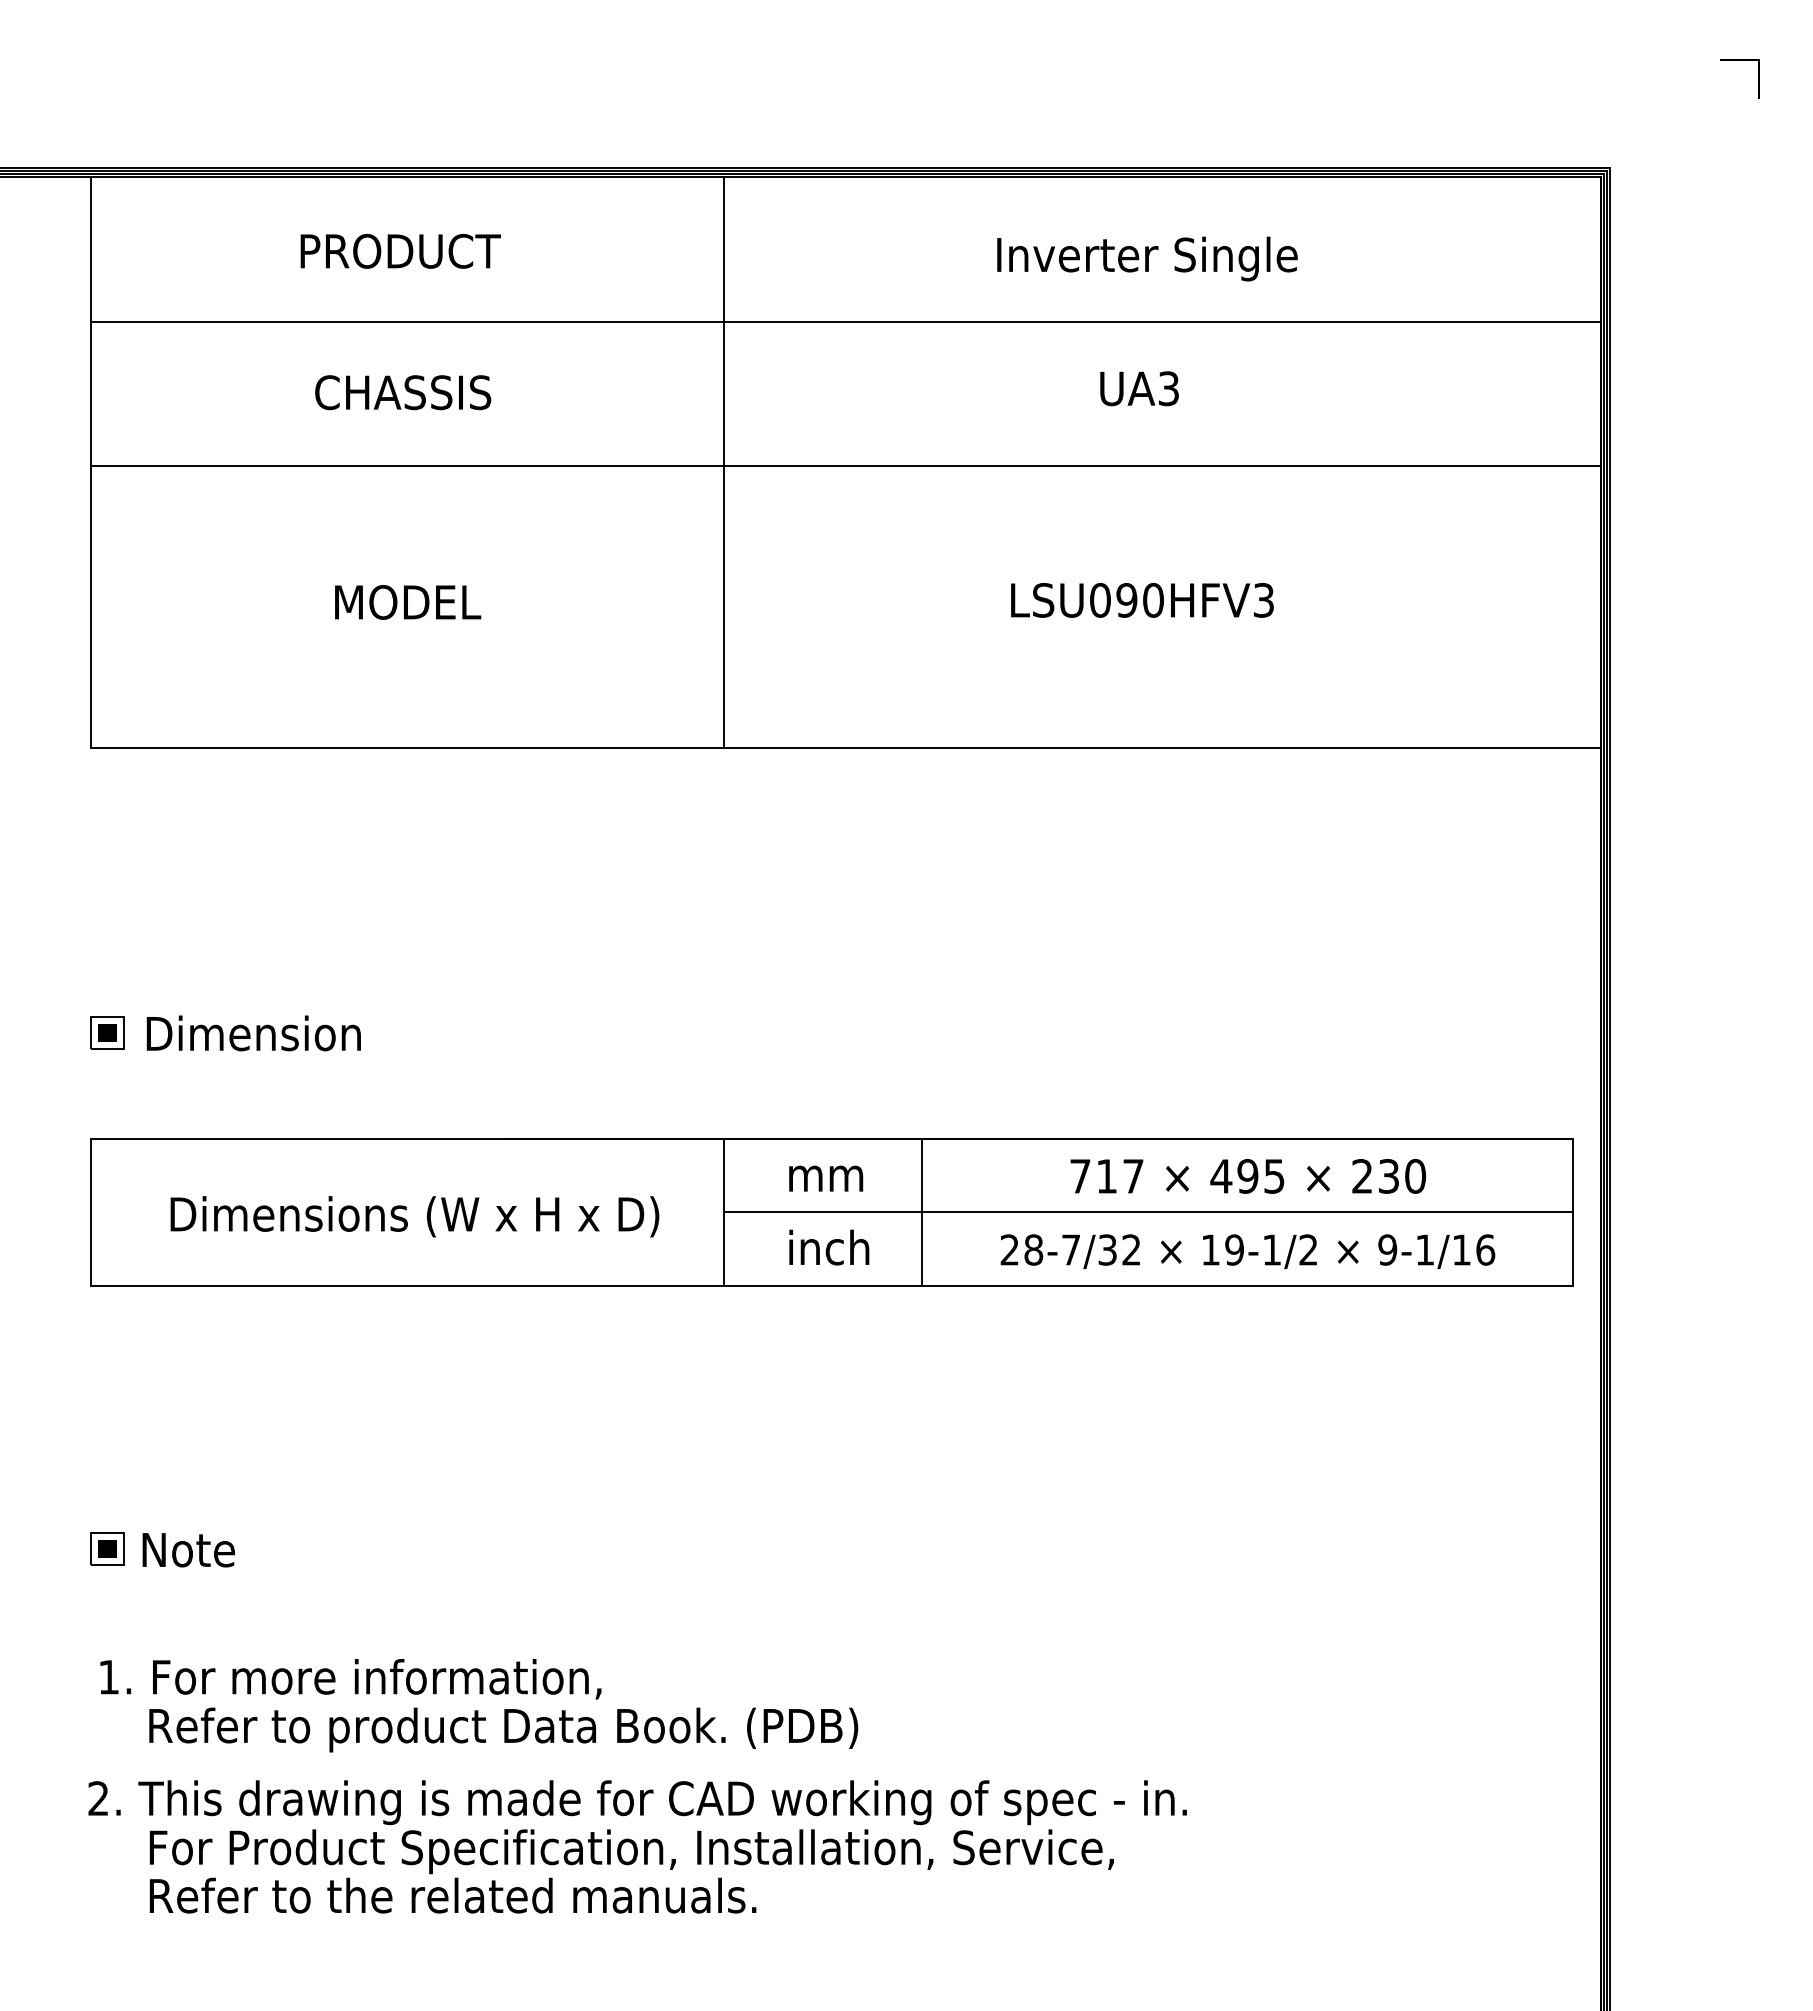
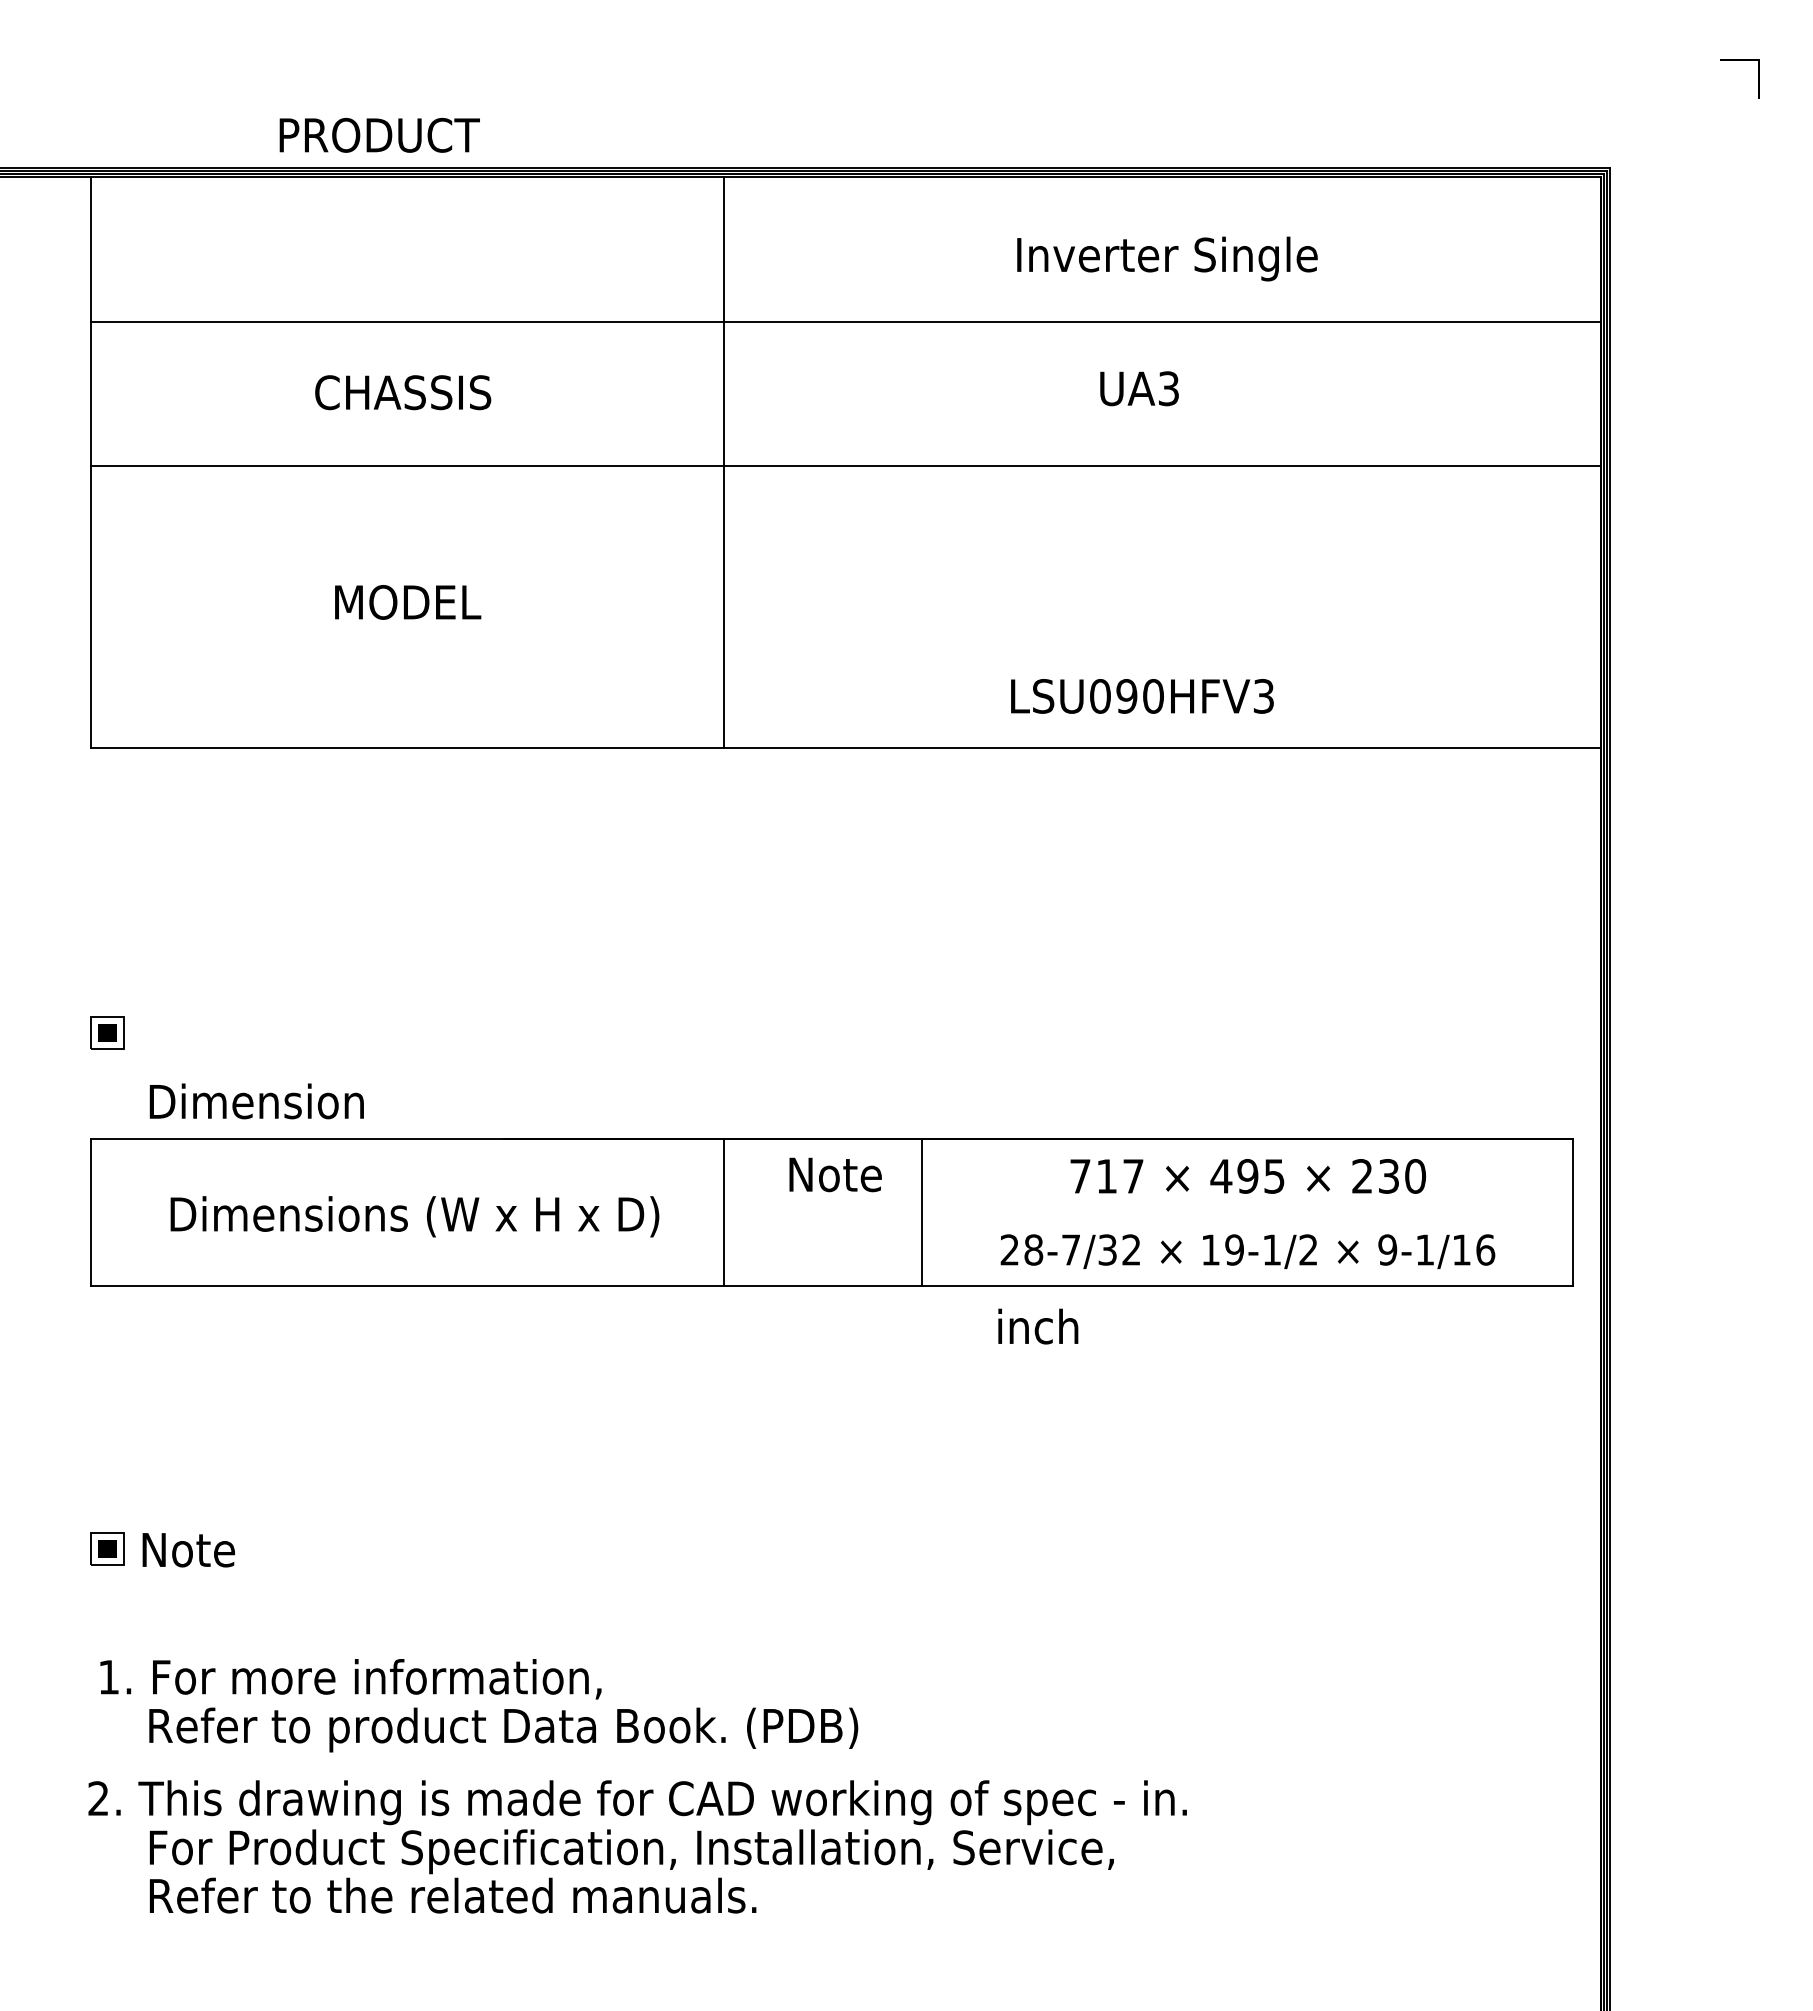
text at (400, 250) position: (400, 250) -> (379, 134)
text at (1147, 258) position: (1147, 258) -> (1167, 258)
text at (1142, 600) position: (1142, 600) -> (1142, 696)
text at (253, 1033) position: (253, 1033) -> (256, 1101)
text at (835, 1174): mm -> Note
line at (1148, 1212): present -> none
text at (829, 1247) position: (829, 1247) -> (1038, 1326)
